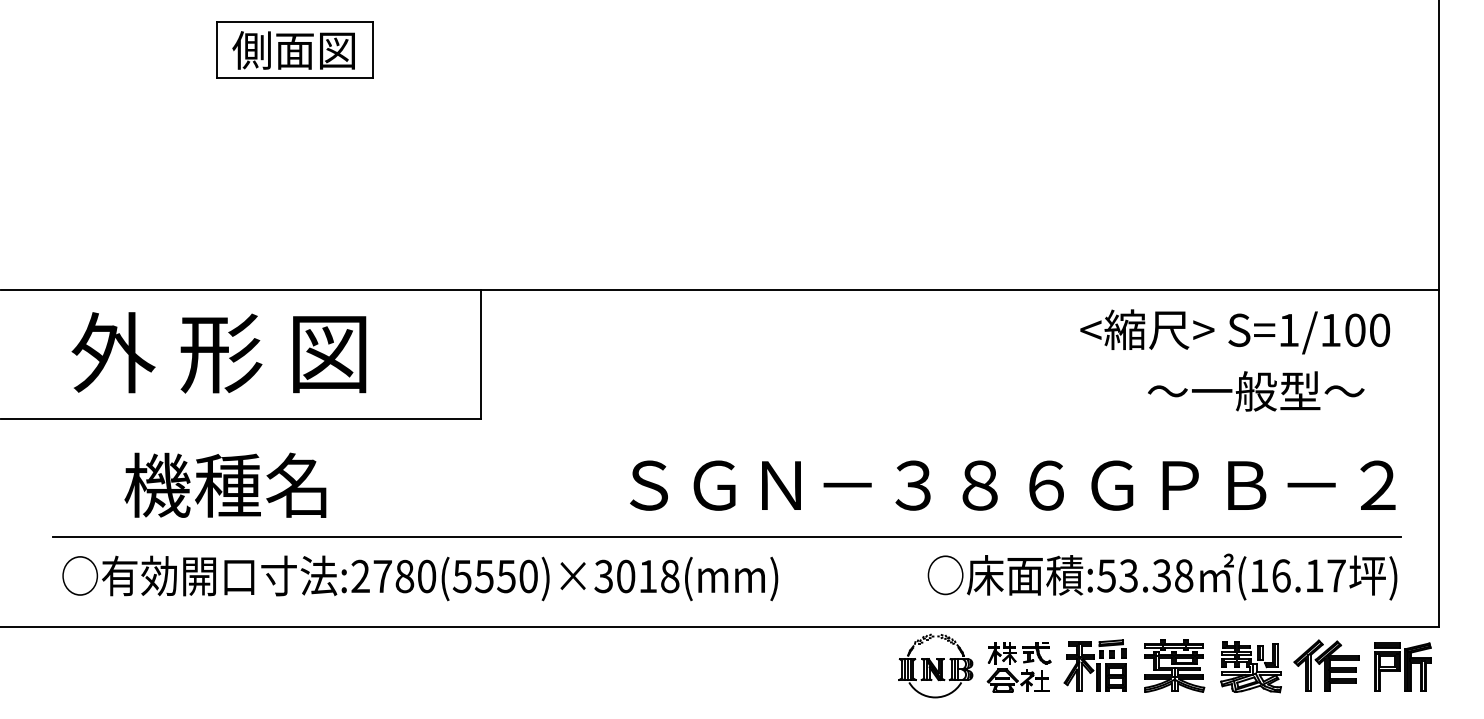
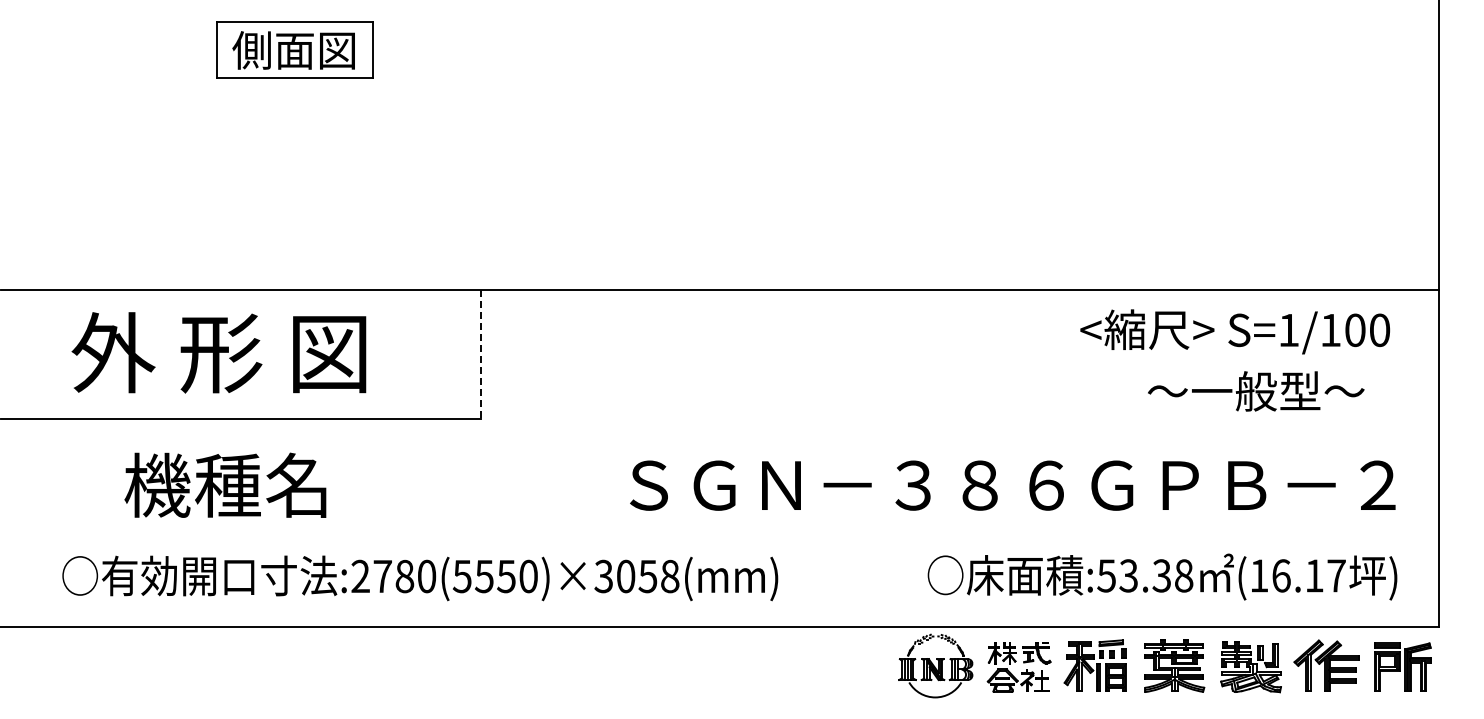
line at (480, 354): solid -> dashed
line at (726, 537): present -> none
text at (647, 576): :2780(5550)×3018(mm) -> :2780(5550)×3058(mm)
